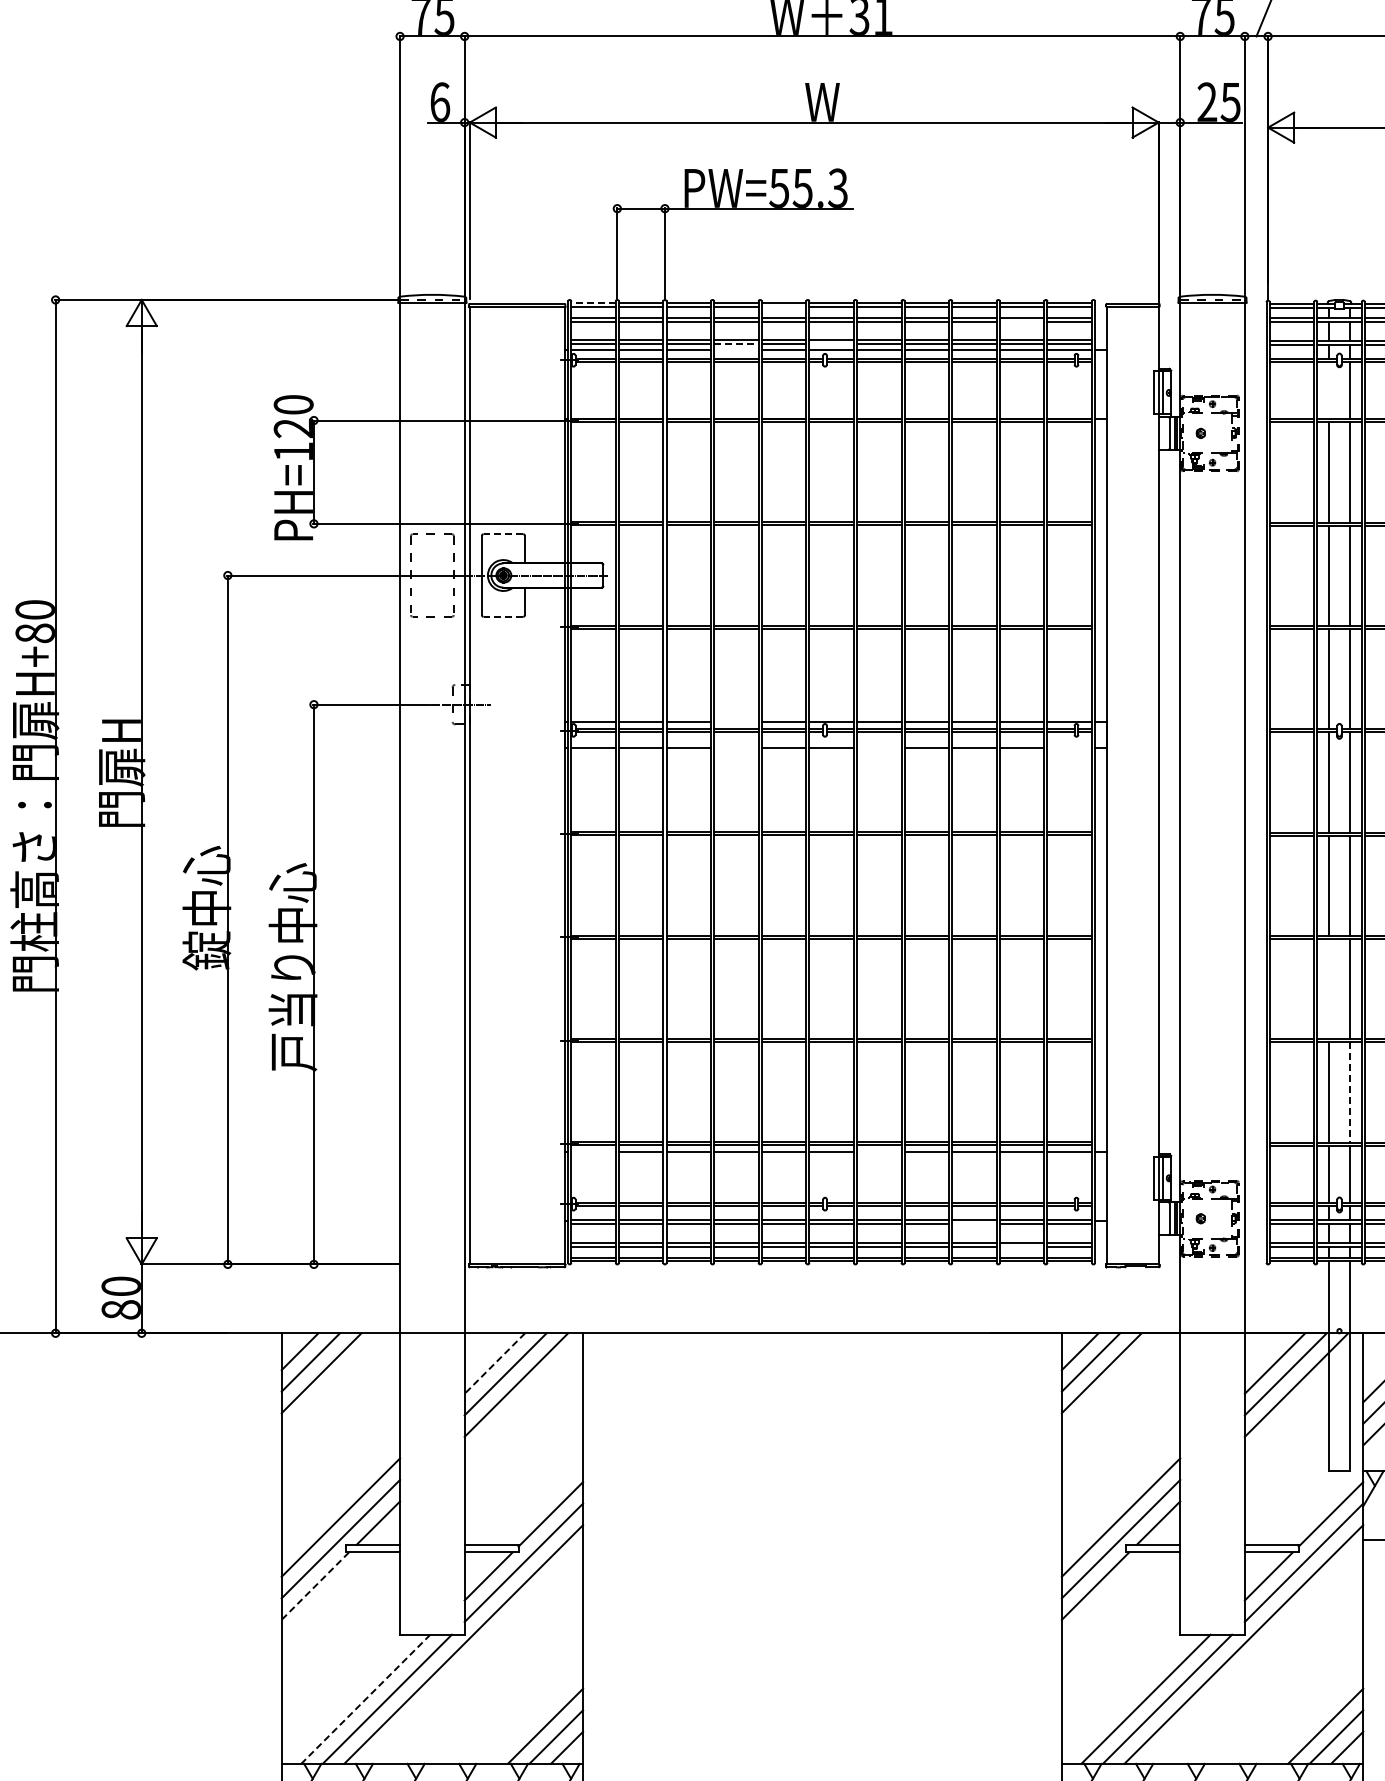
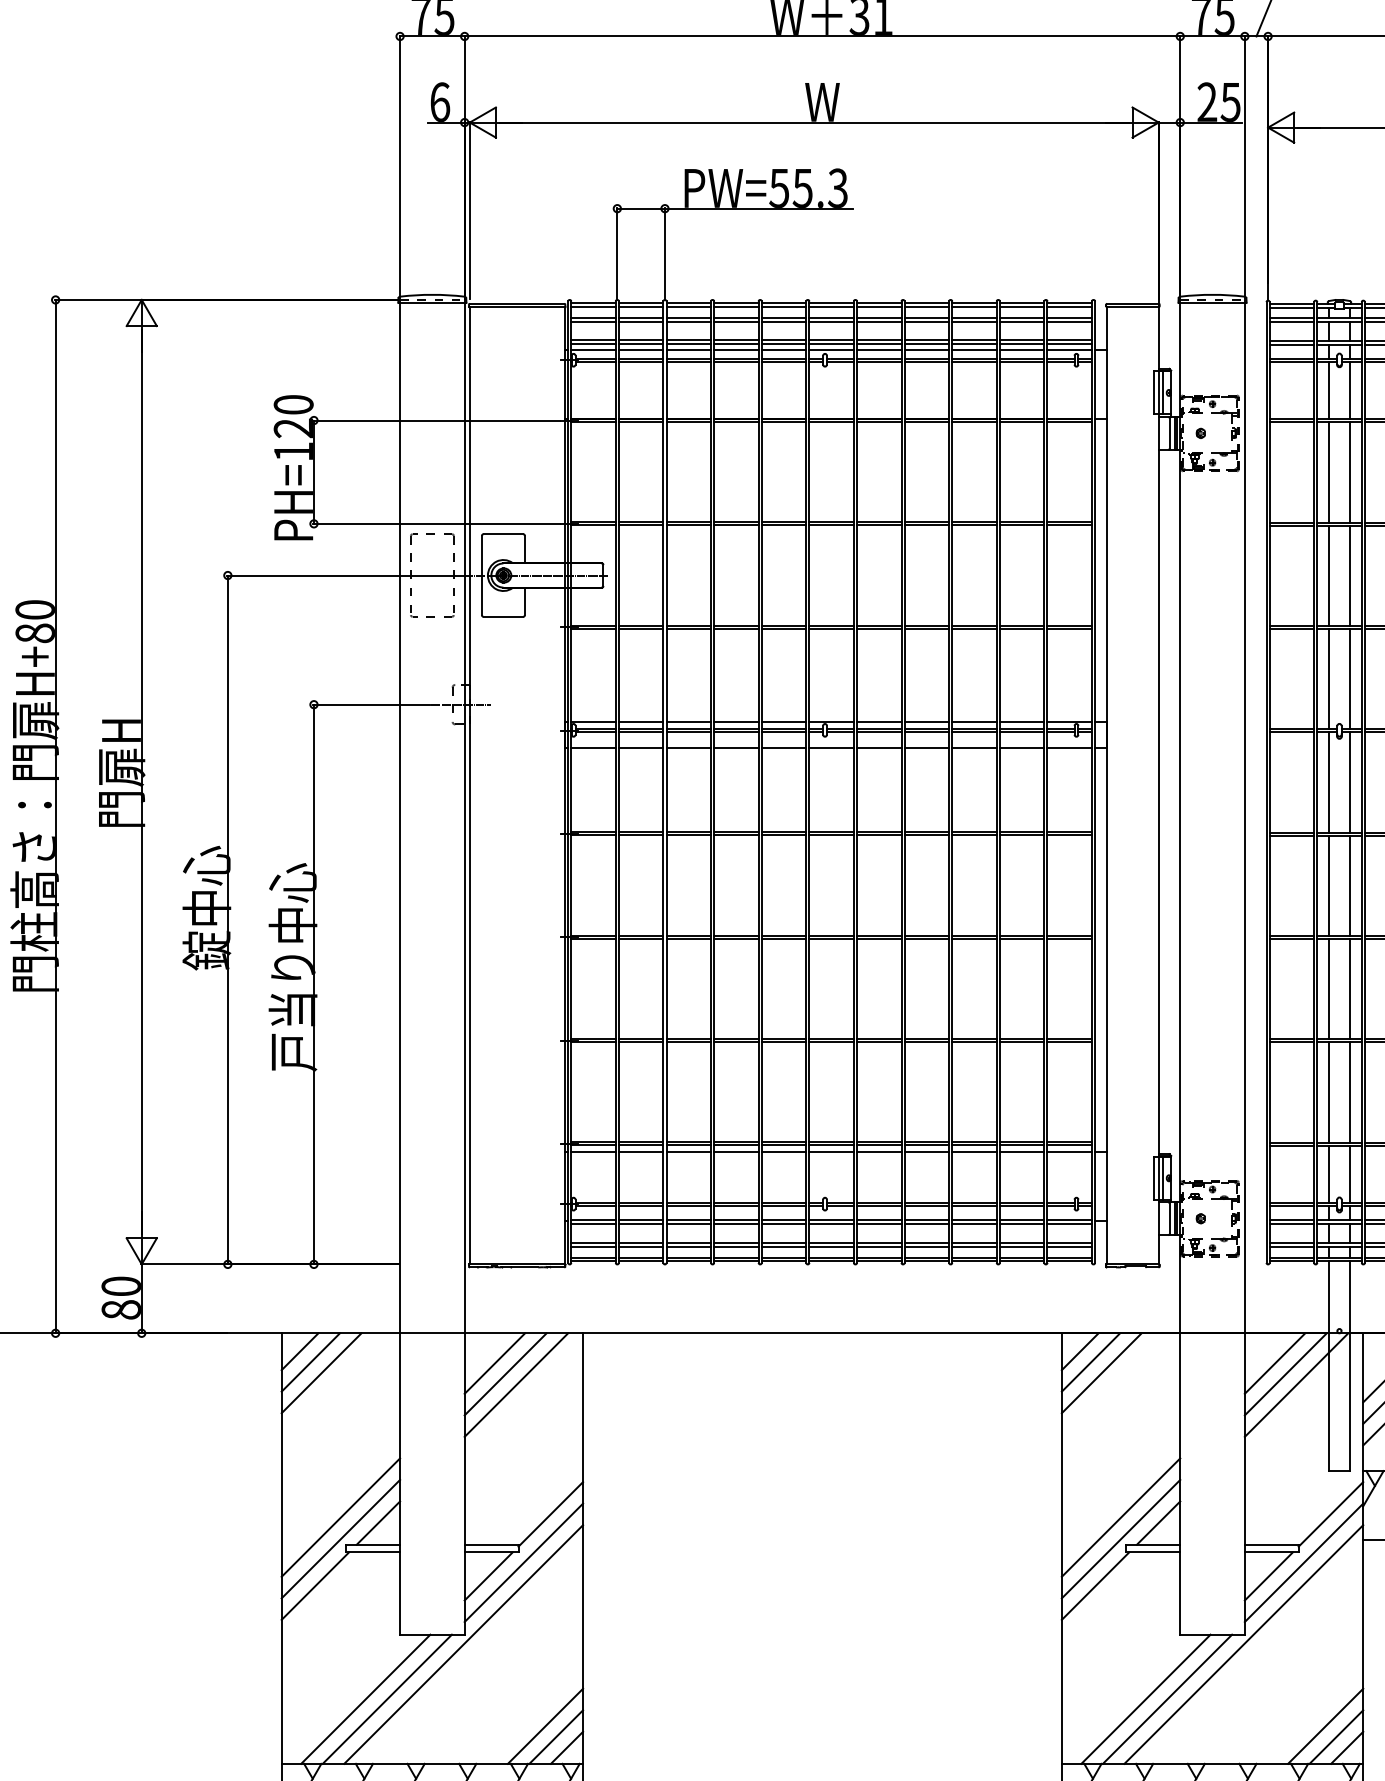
line at (593, 302): dashed -> solid
line at (783, 306): none -> present
line at (1021, 321): none -> present
line at (736, 344): dashed -> solid
line at (831, 344): none -> present
line at (736, 349): none -> present
line at (1329, 390): none -> present
line at (503, 534): dashed -> solid
line at (503, 616): dashed -> solid
line at (736, 721): none -> present
line at (736, 747): none -> present
line at (879, 747): none -> present
line at (1069, 747): none -> present
line at (1329, 989): none -> present
line at (1349, 1093): dashed -> solid
line at (593, 1152): none -> present
line at (879, 1152): none -> present
line at (974, 1224): none -> present
line at (1021, 1246): none -> present
line at (494, 1363): dashed -> solid
line at (315, 1586): dashed -> solid
line at (365, 1699): dashed -> solid
